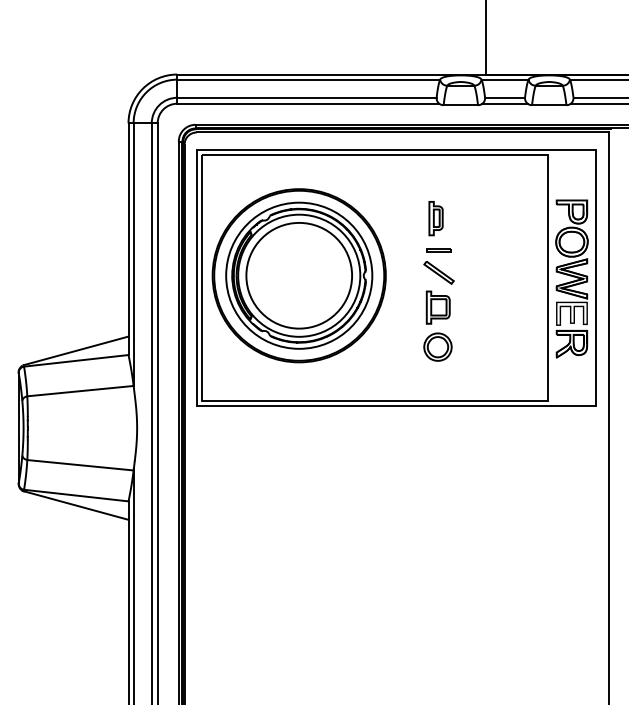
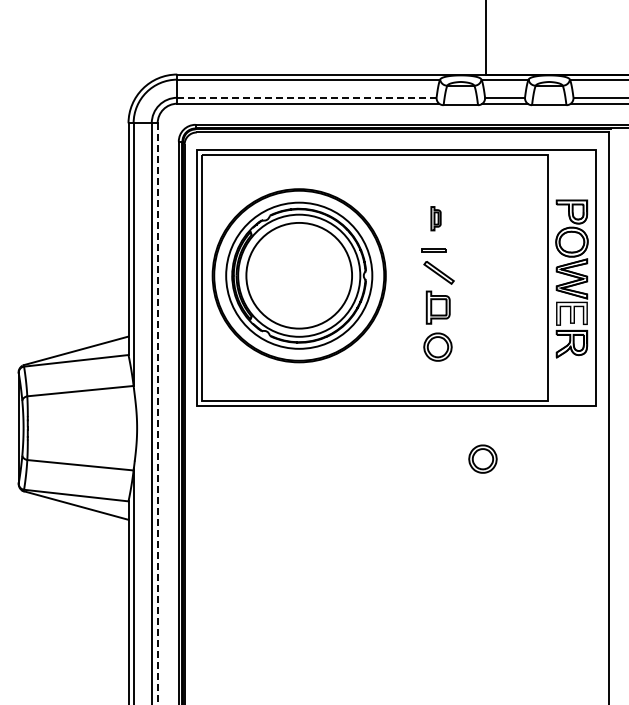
line at (306, 97): solid -> dashed
part at (435, 218) size: 16x36 px -> 12x26 px
line at (438, 249) position: (438, 249) -> (433, 249)
line at (157, 414): solid -> dashed
part at (482, 458): none -> present
